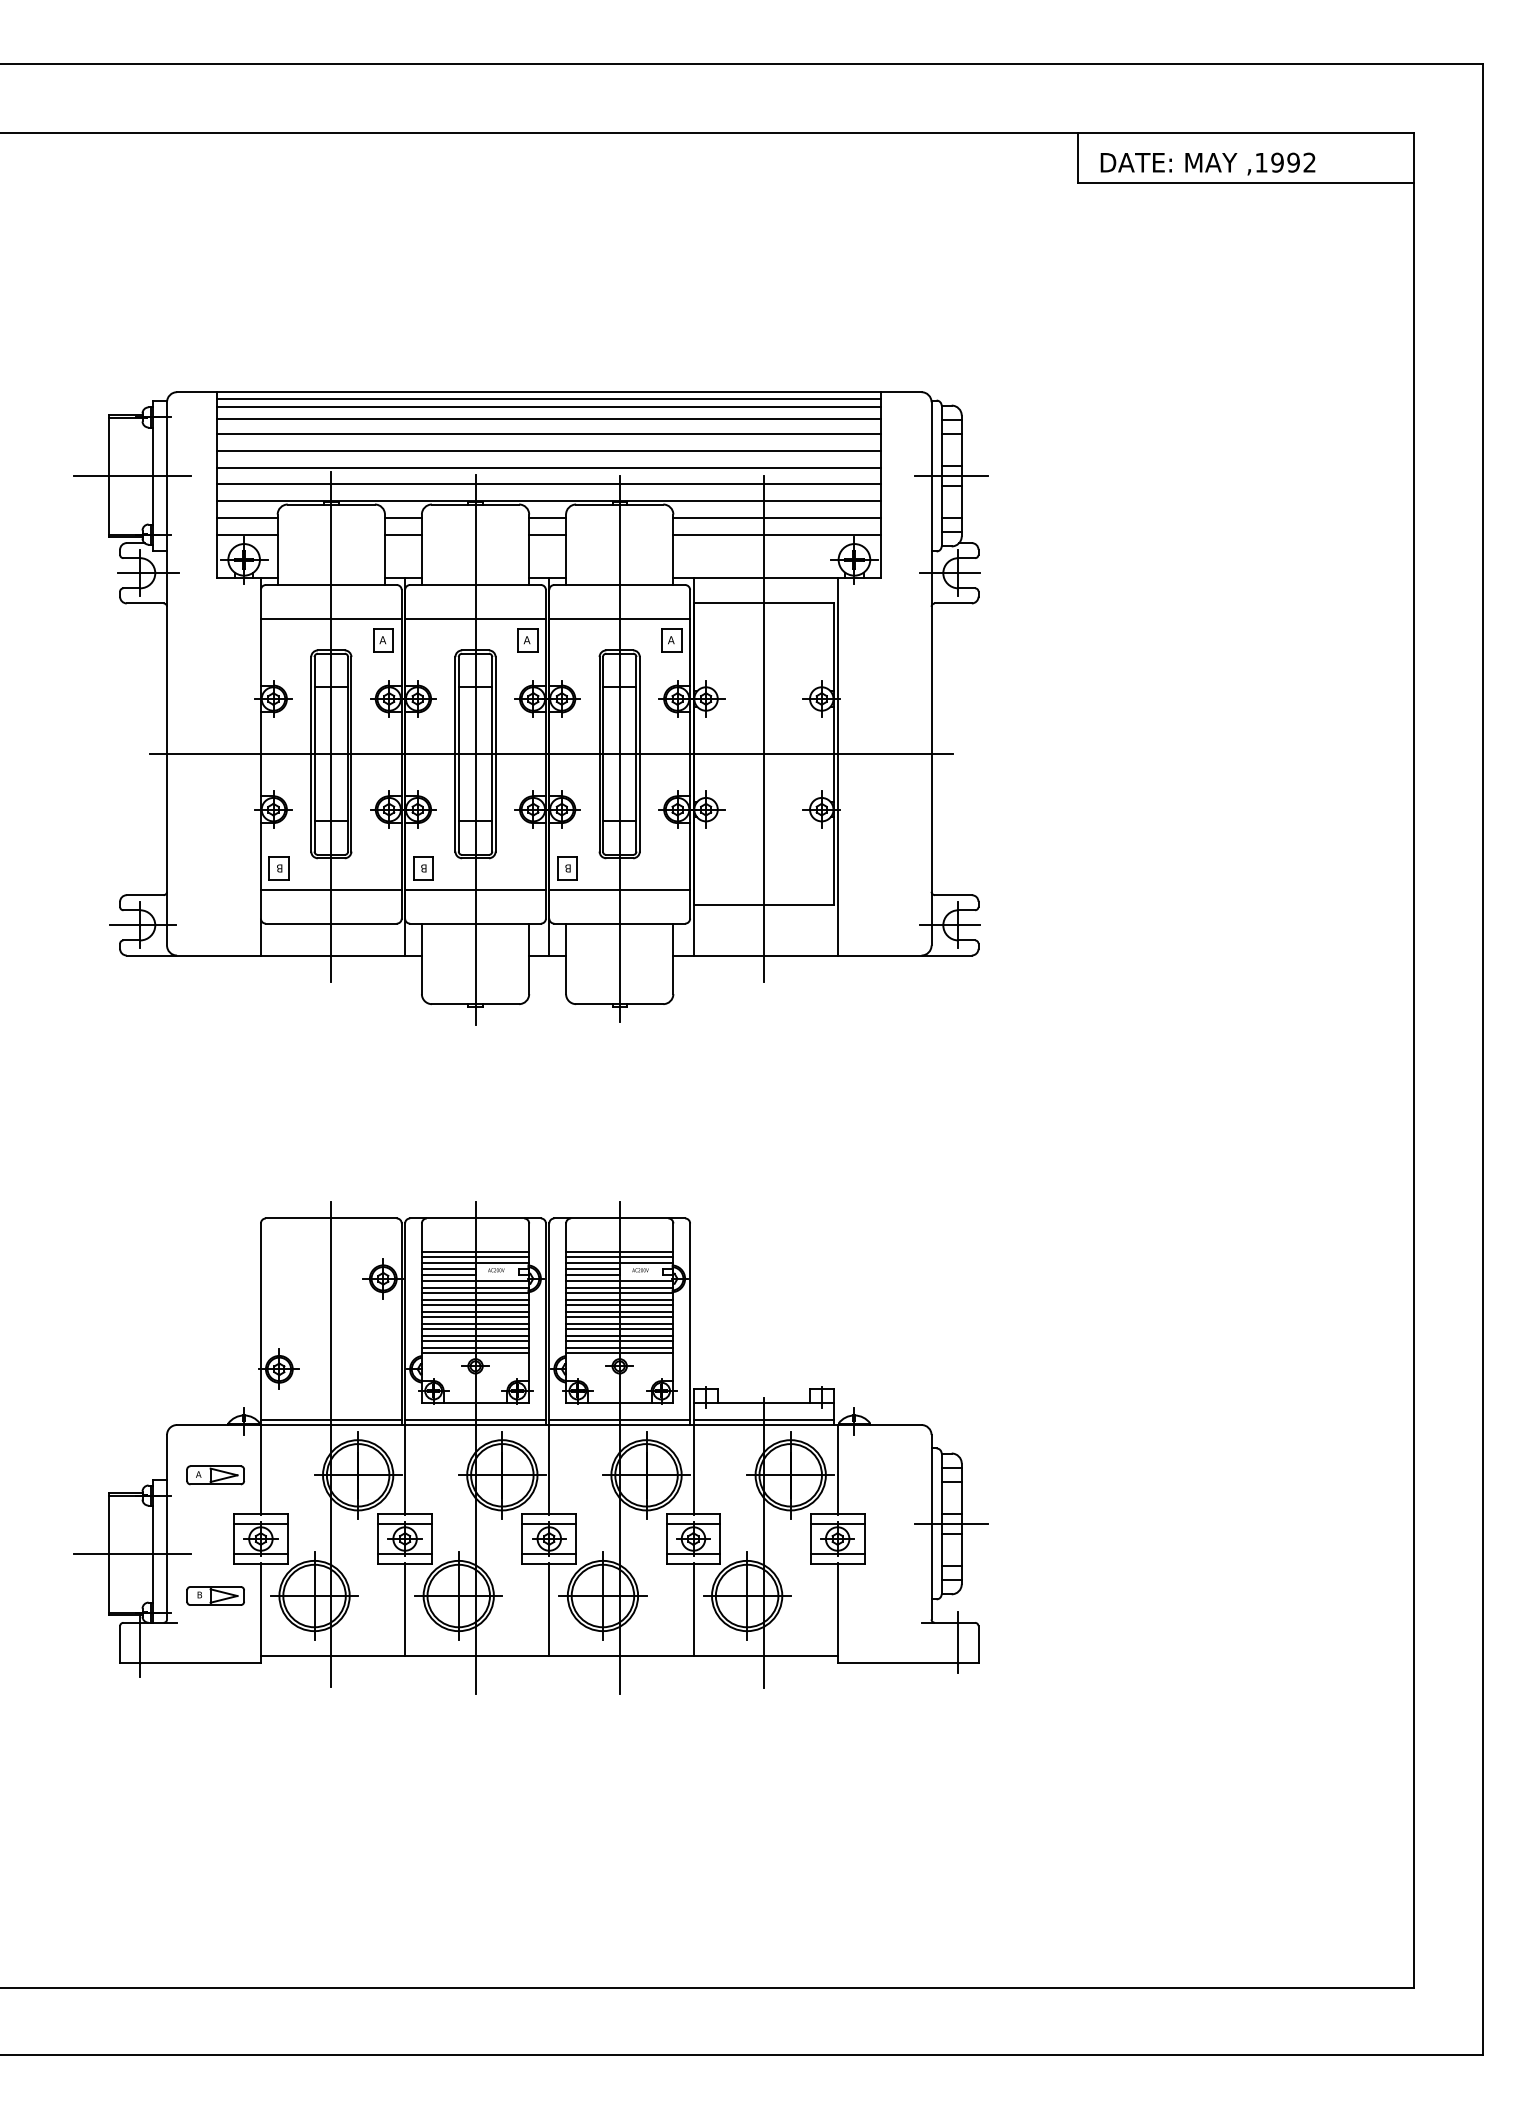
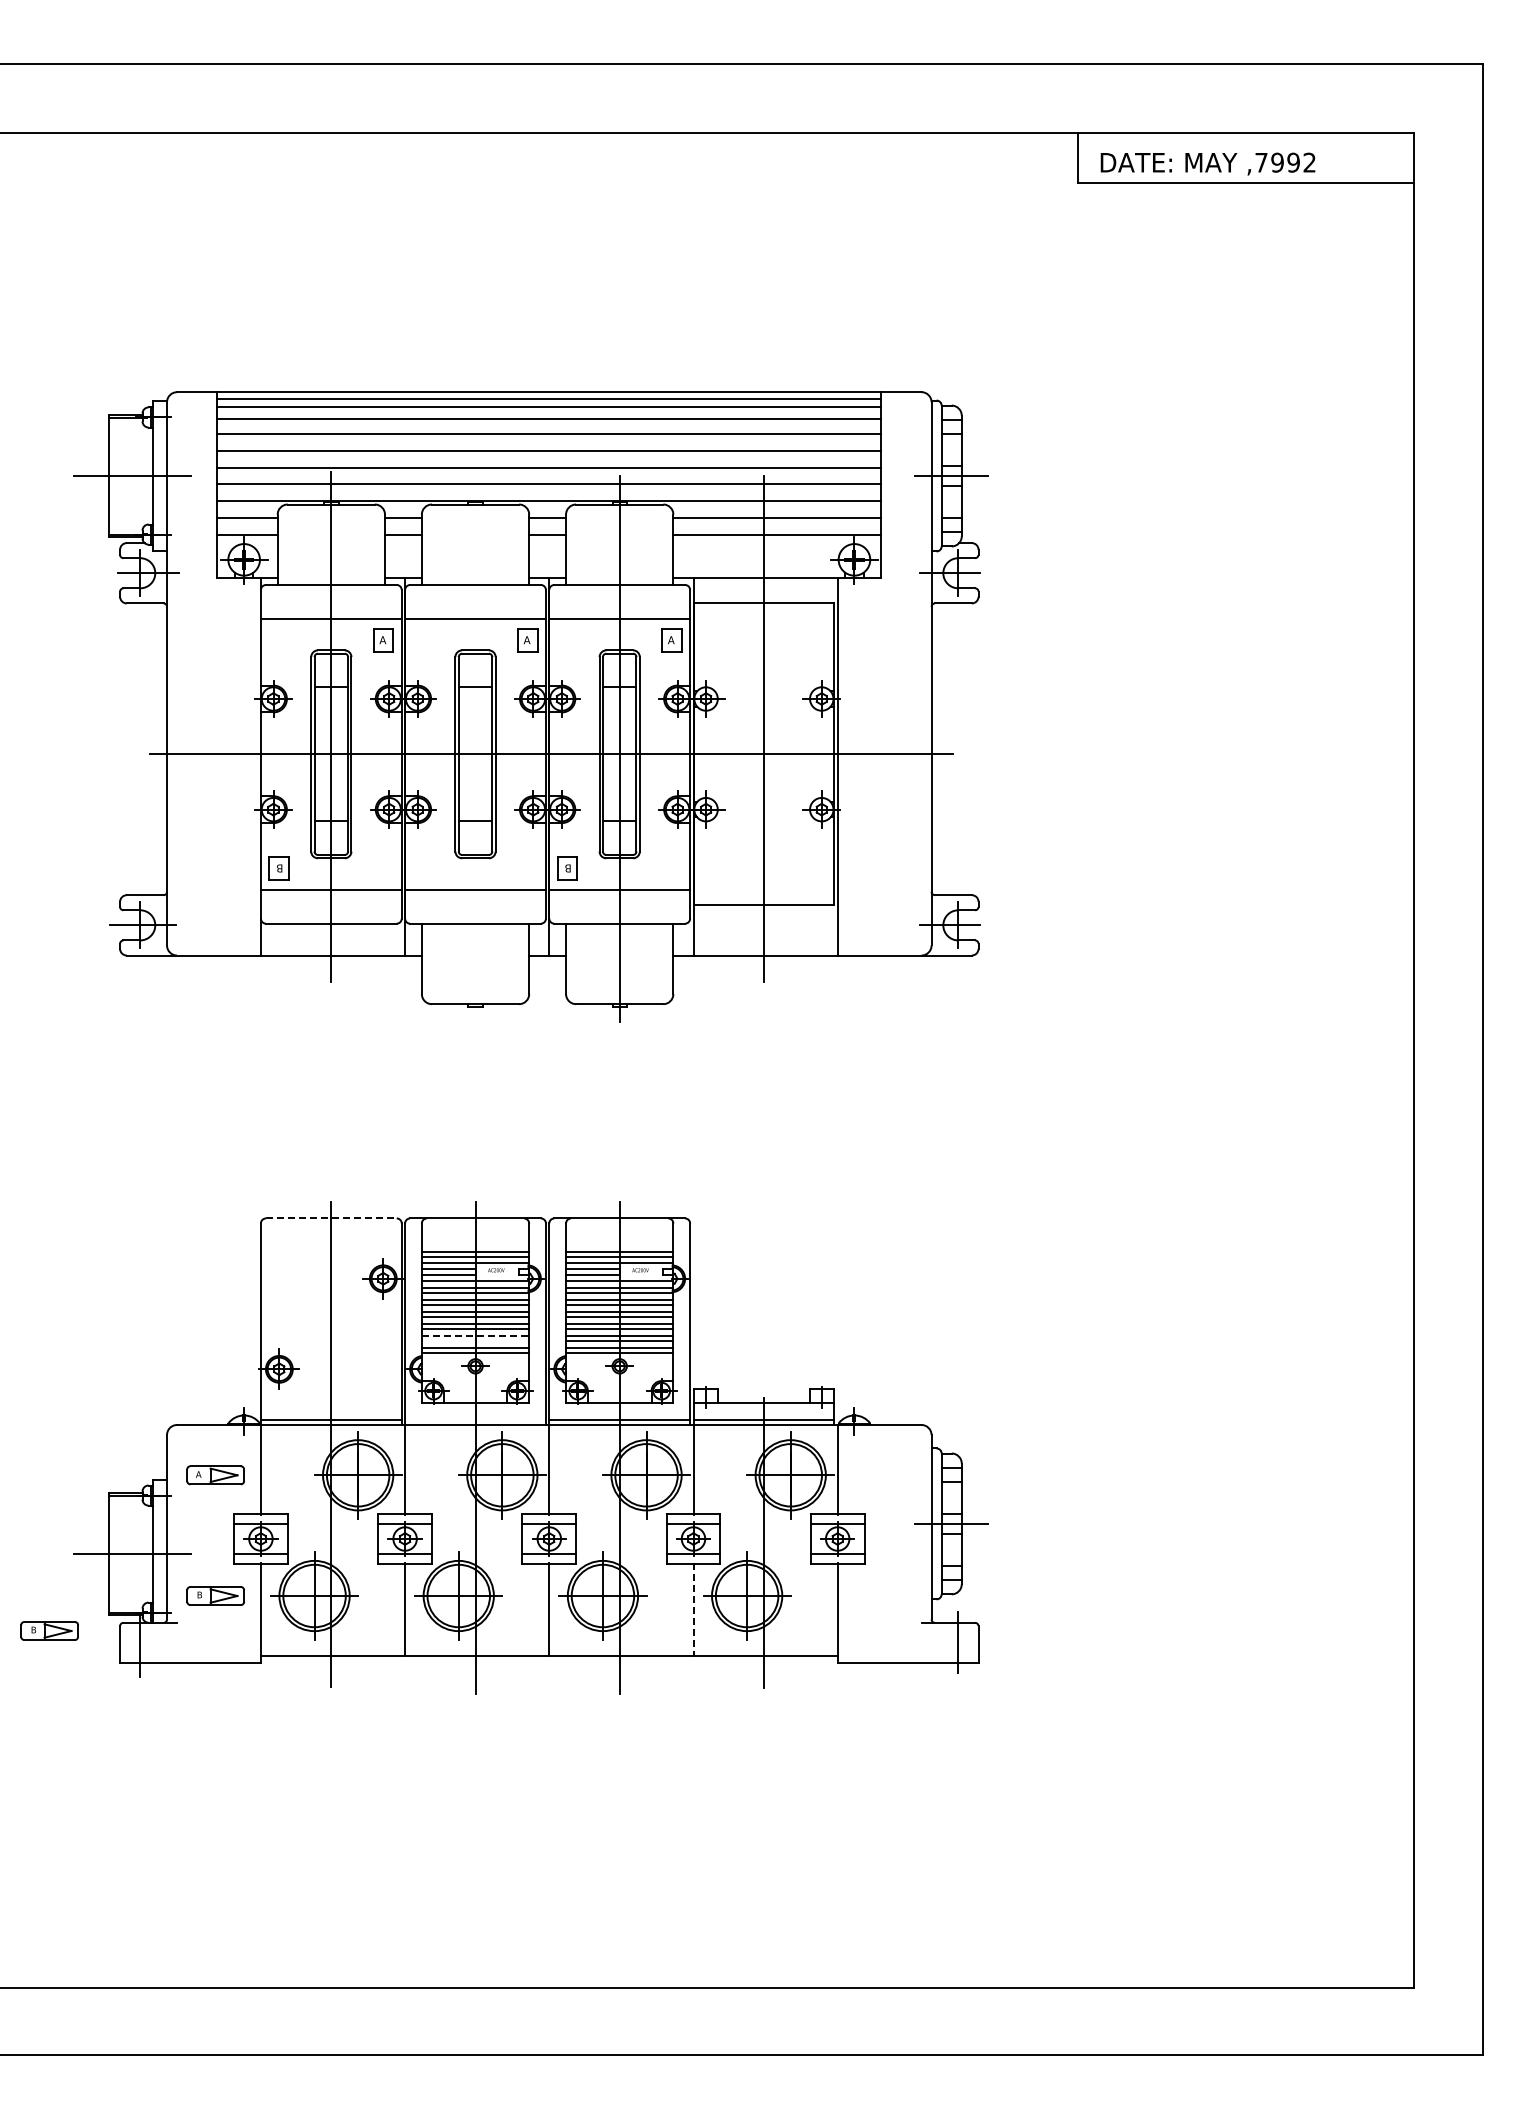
text at (1261, 162): ,1992 -> ,7992
line at (475, 749): present -> none
part at (423, 868): present -> none
line at (331, 1218): solid -> dashed
line at (475, 1335): solid -> dashed
line at (475, 1341): present -> none
line at (475, 1419): present -> none
line at (693, 1609): solid -> dashed
part at (49, 1630): none -> present
